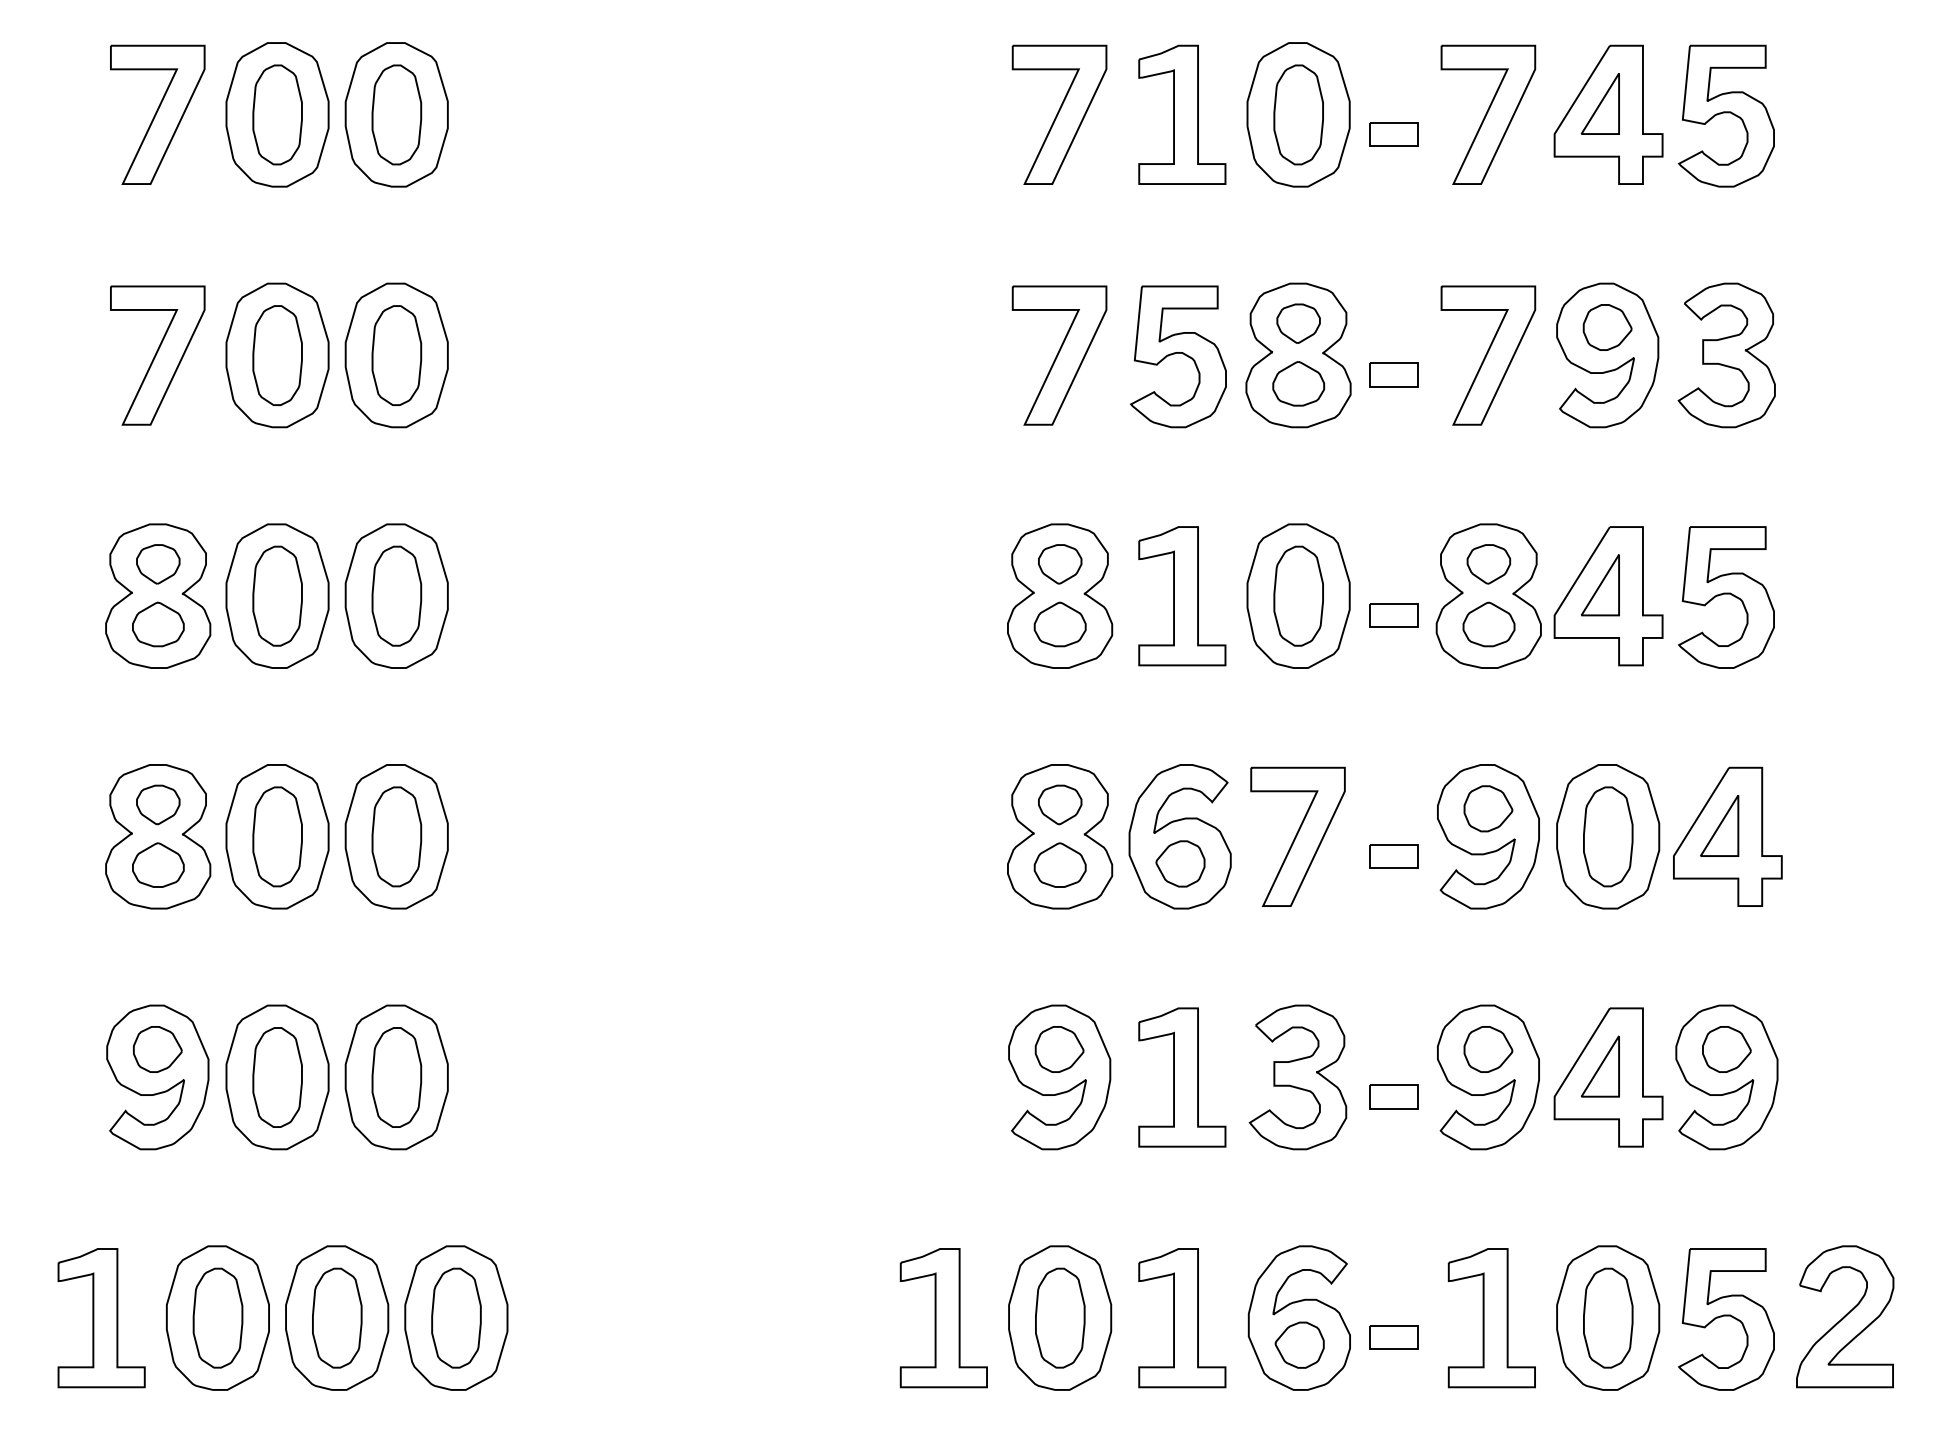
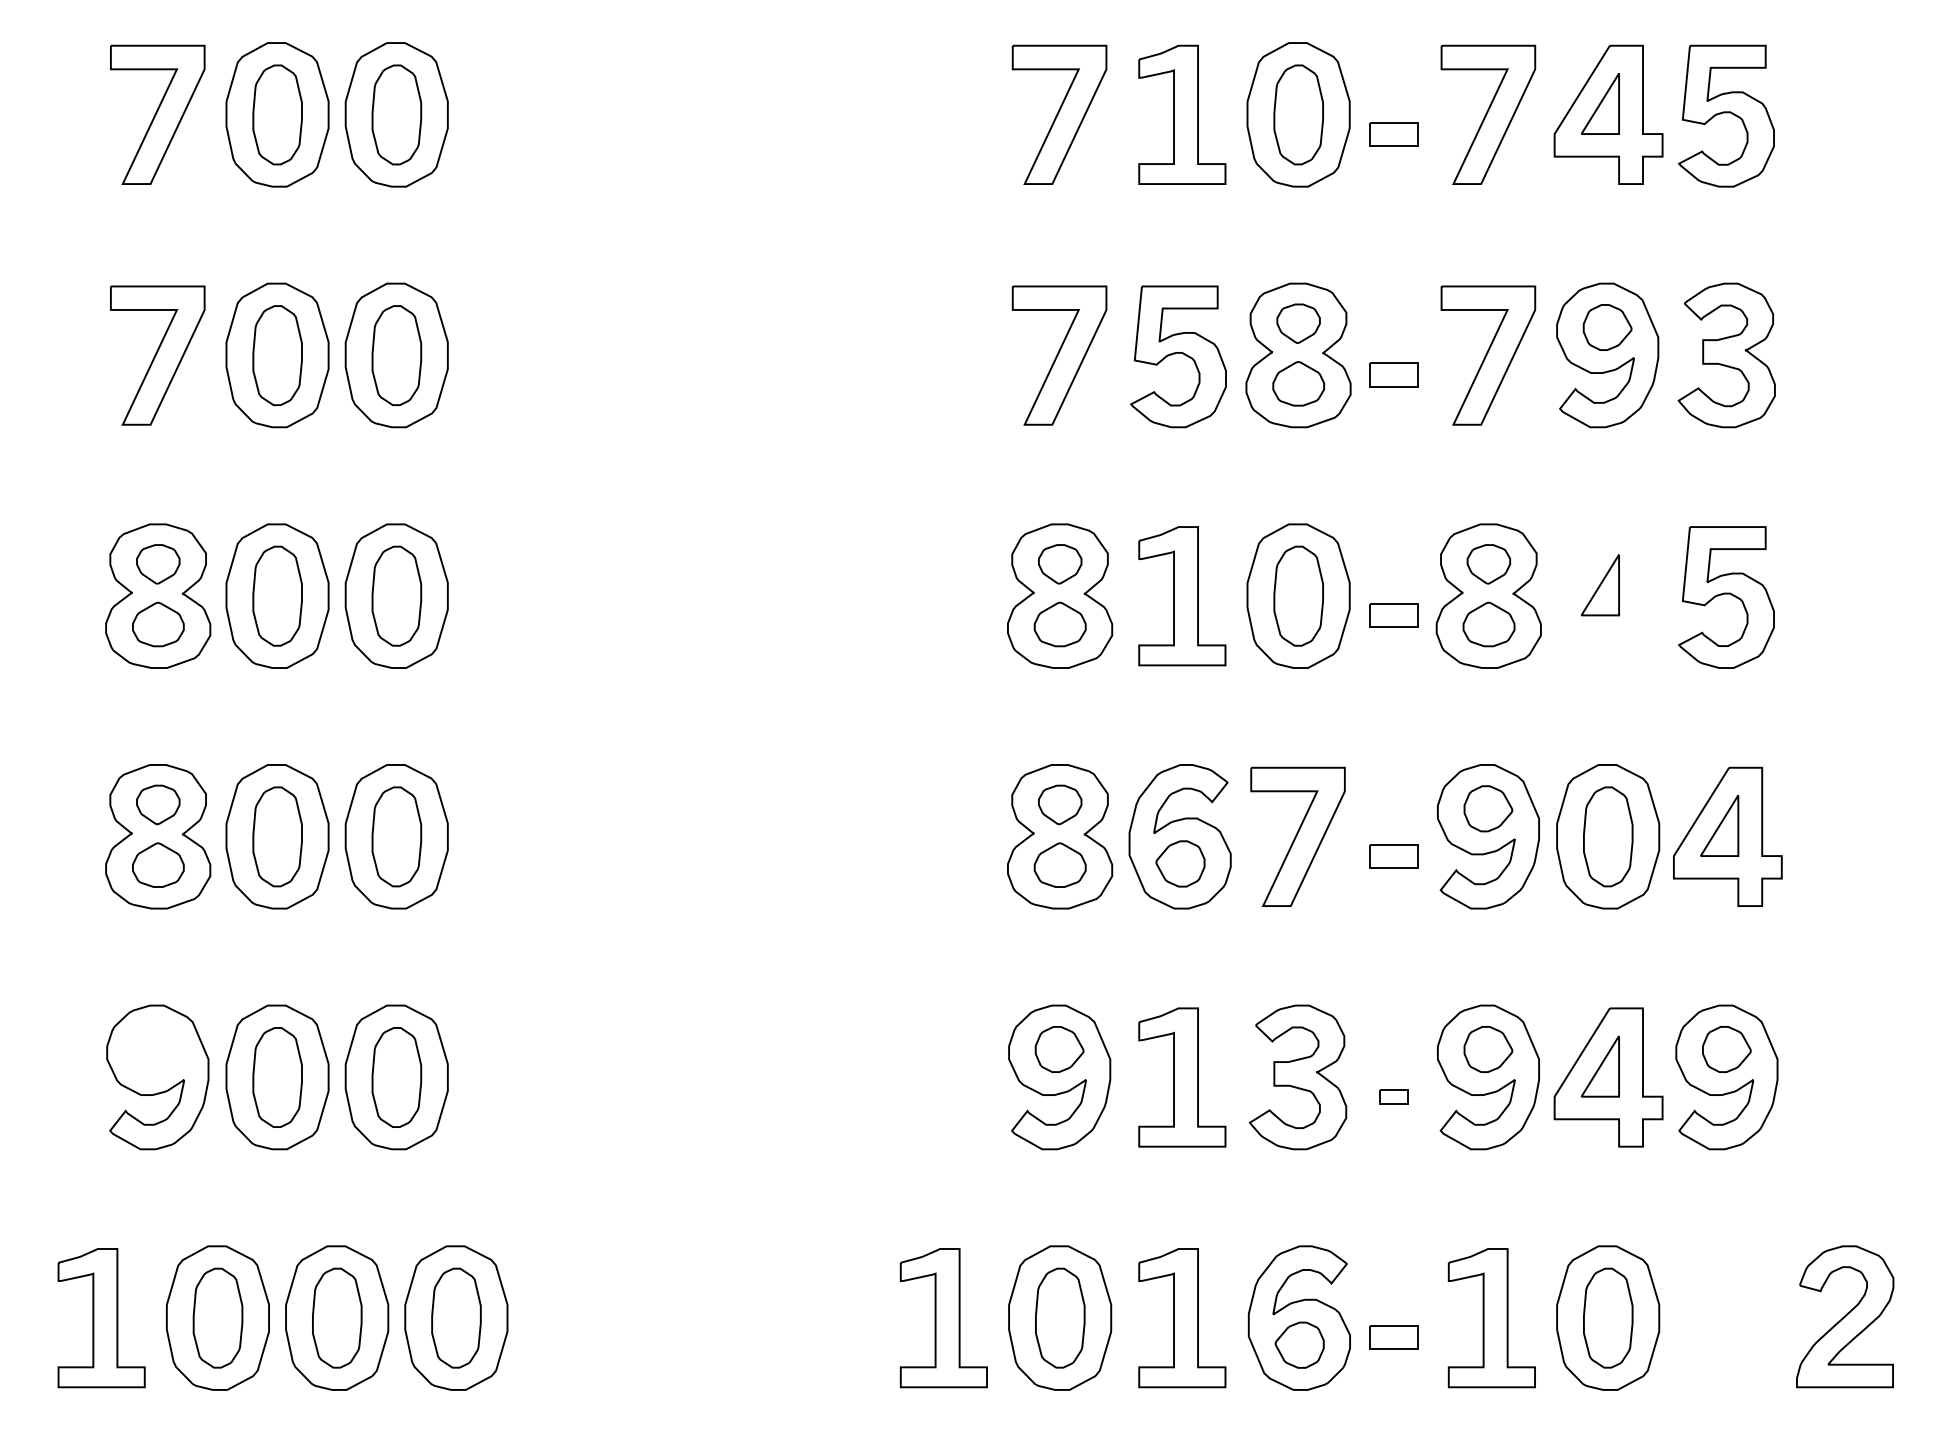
part at (1608, 596): present -> none
part at (157, 1049): present -> none
part at (1393, 1096) size: 50x26 px -> 30x16 px
part at (1726, 1319): present -> none
